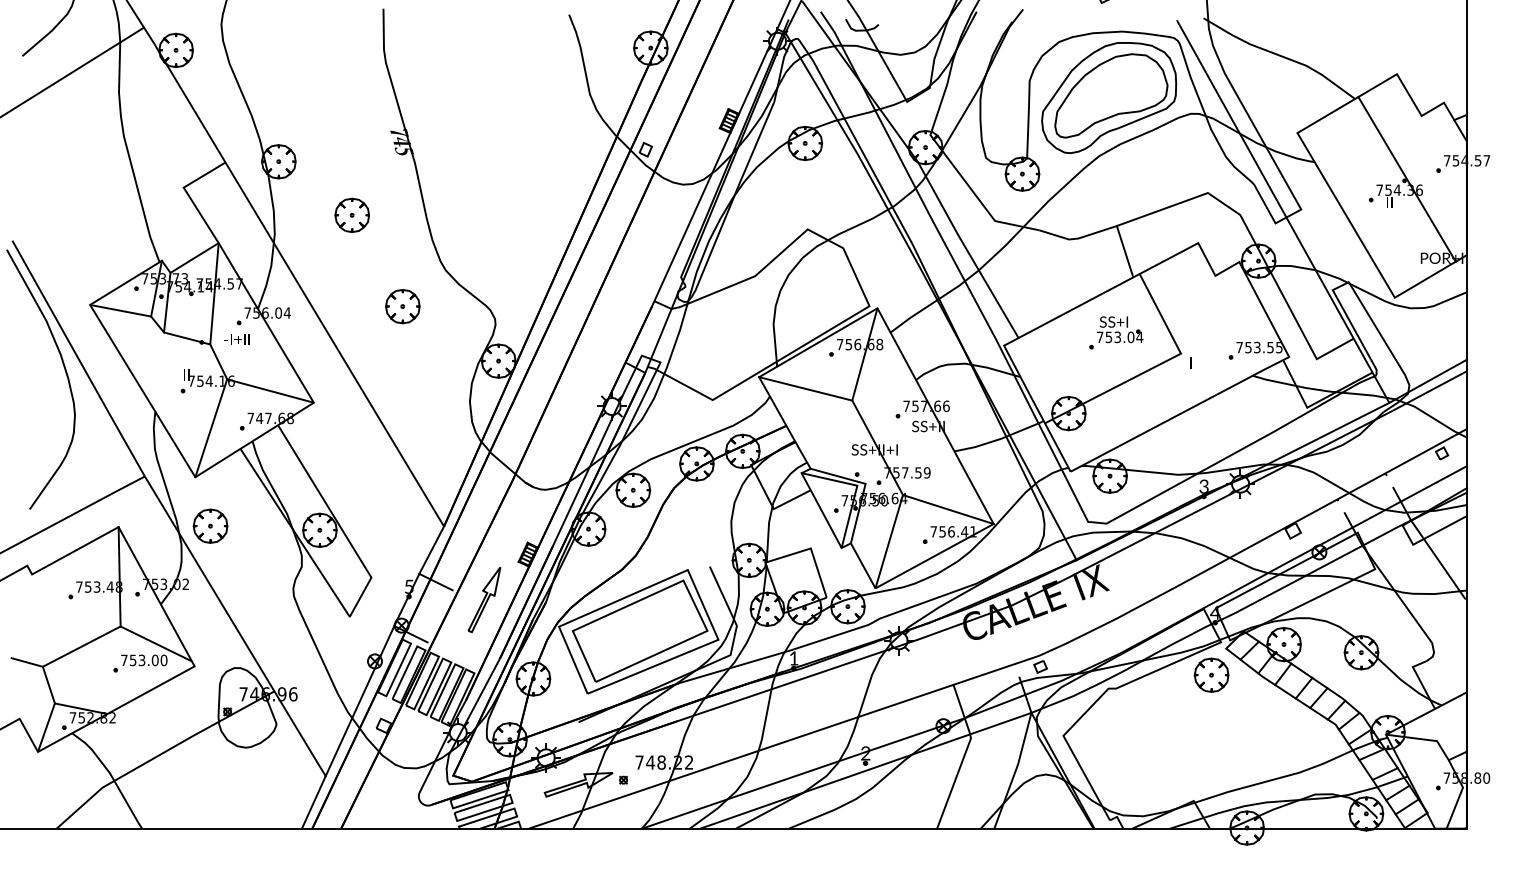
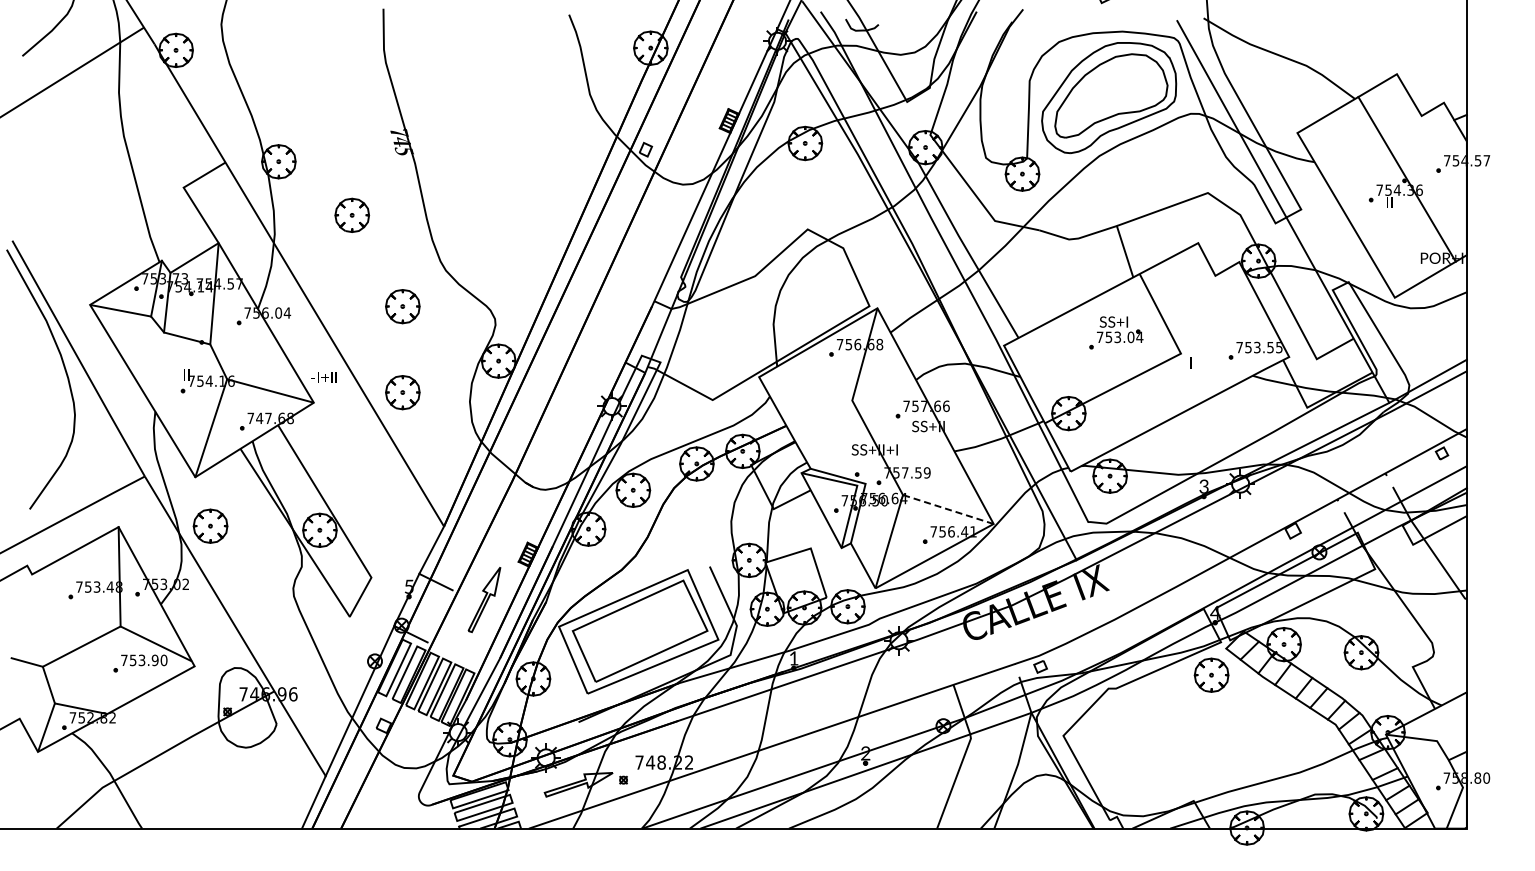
text at (236, 339) position: (236, 339) -> (323, 377)
line at (805, 388): present -> none
part at (402, 392): none -> present
line at (948, 509): solid -> dashed
text at (154, 660): 753.00 -> 753.90
